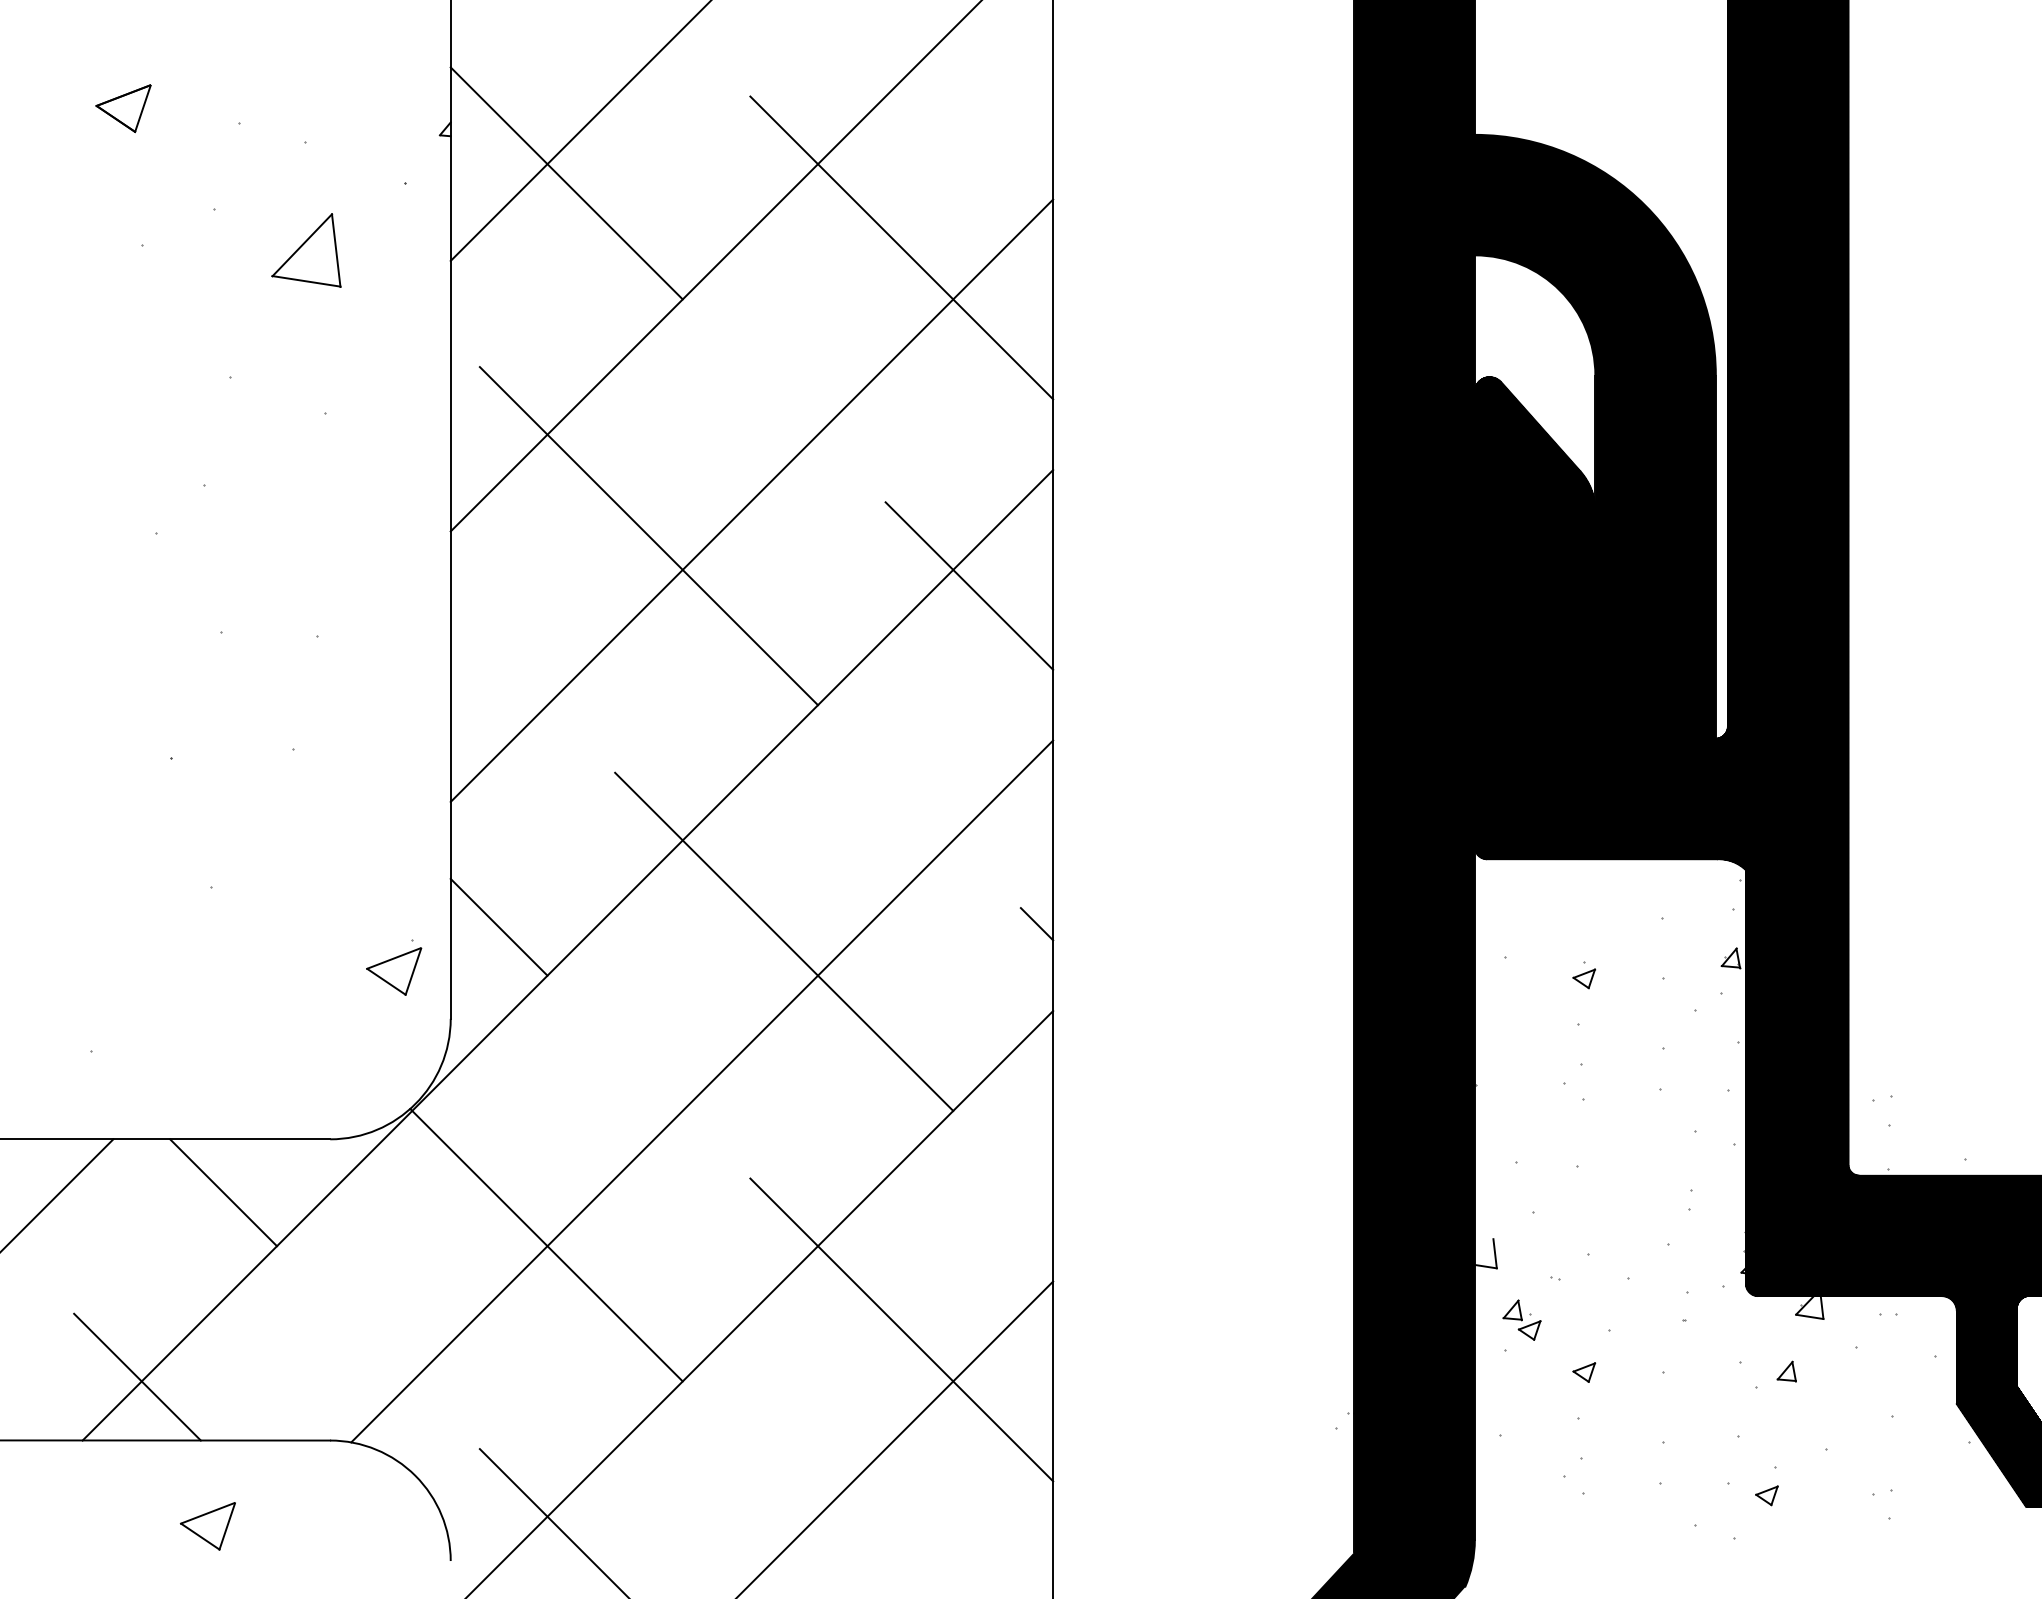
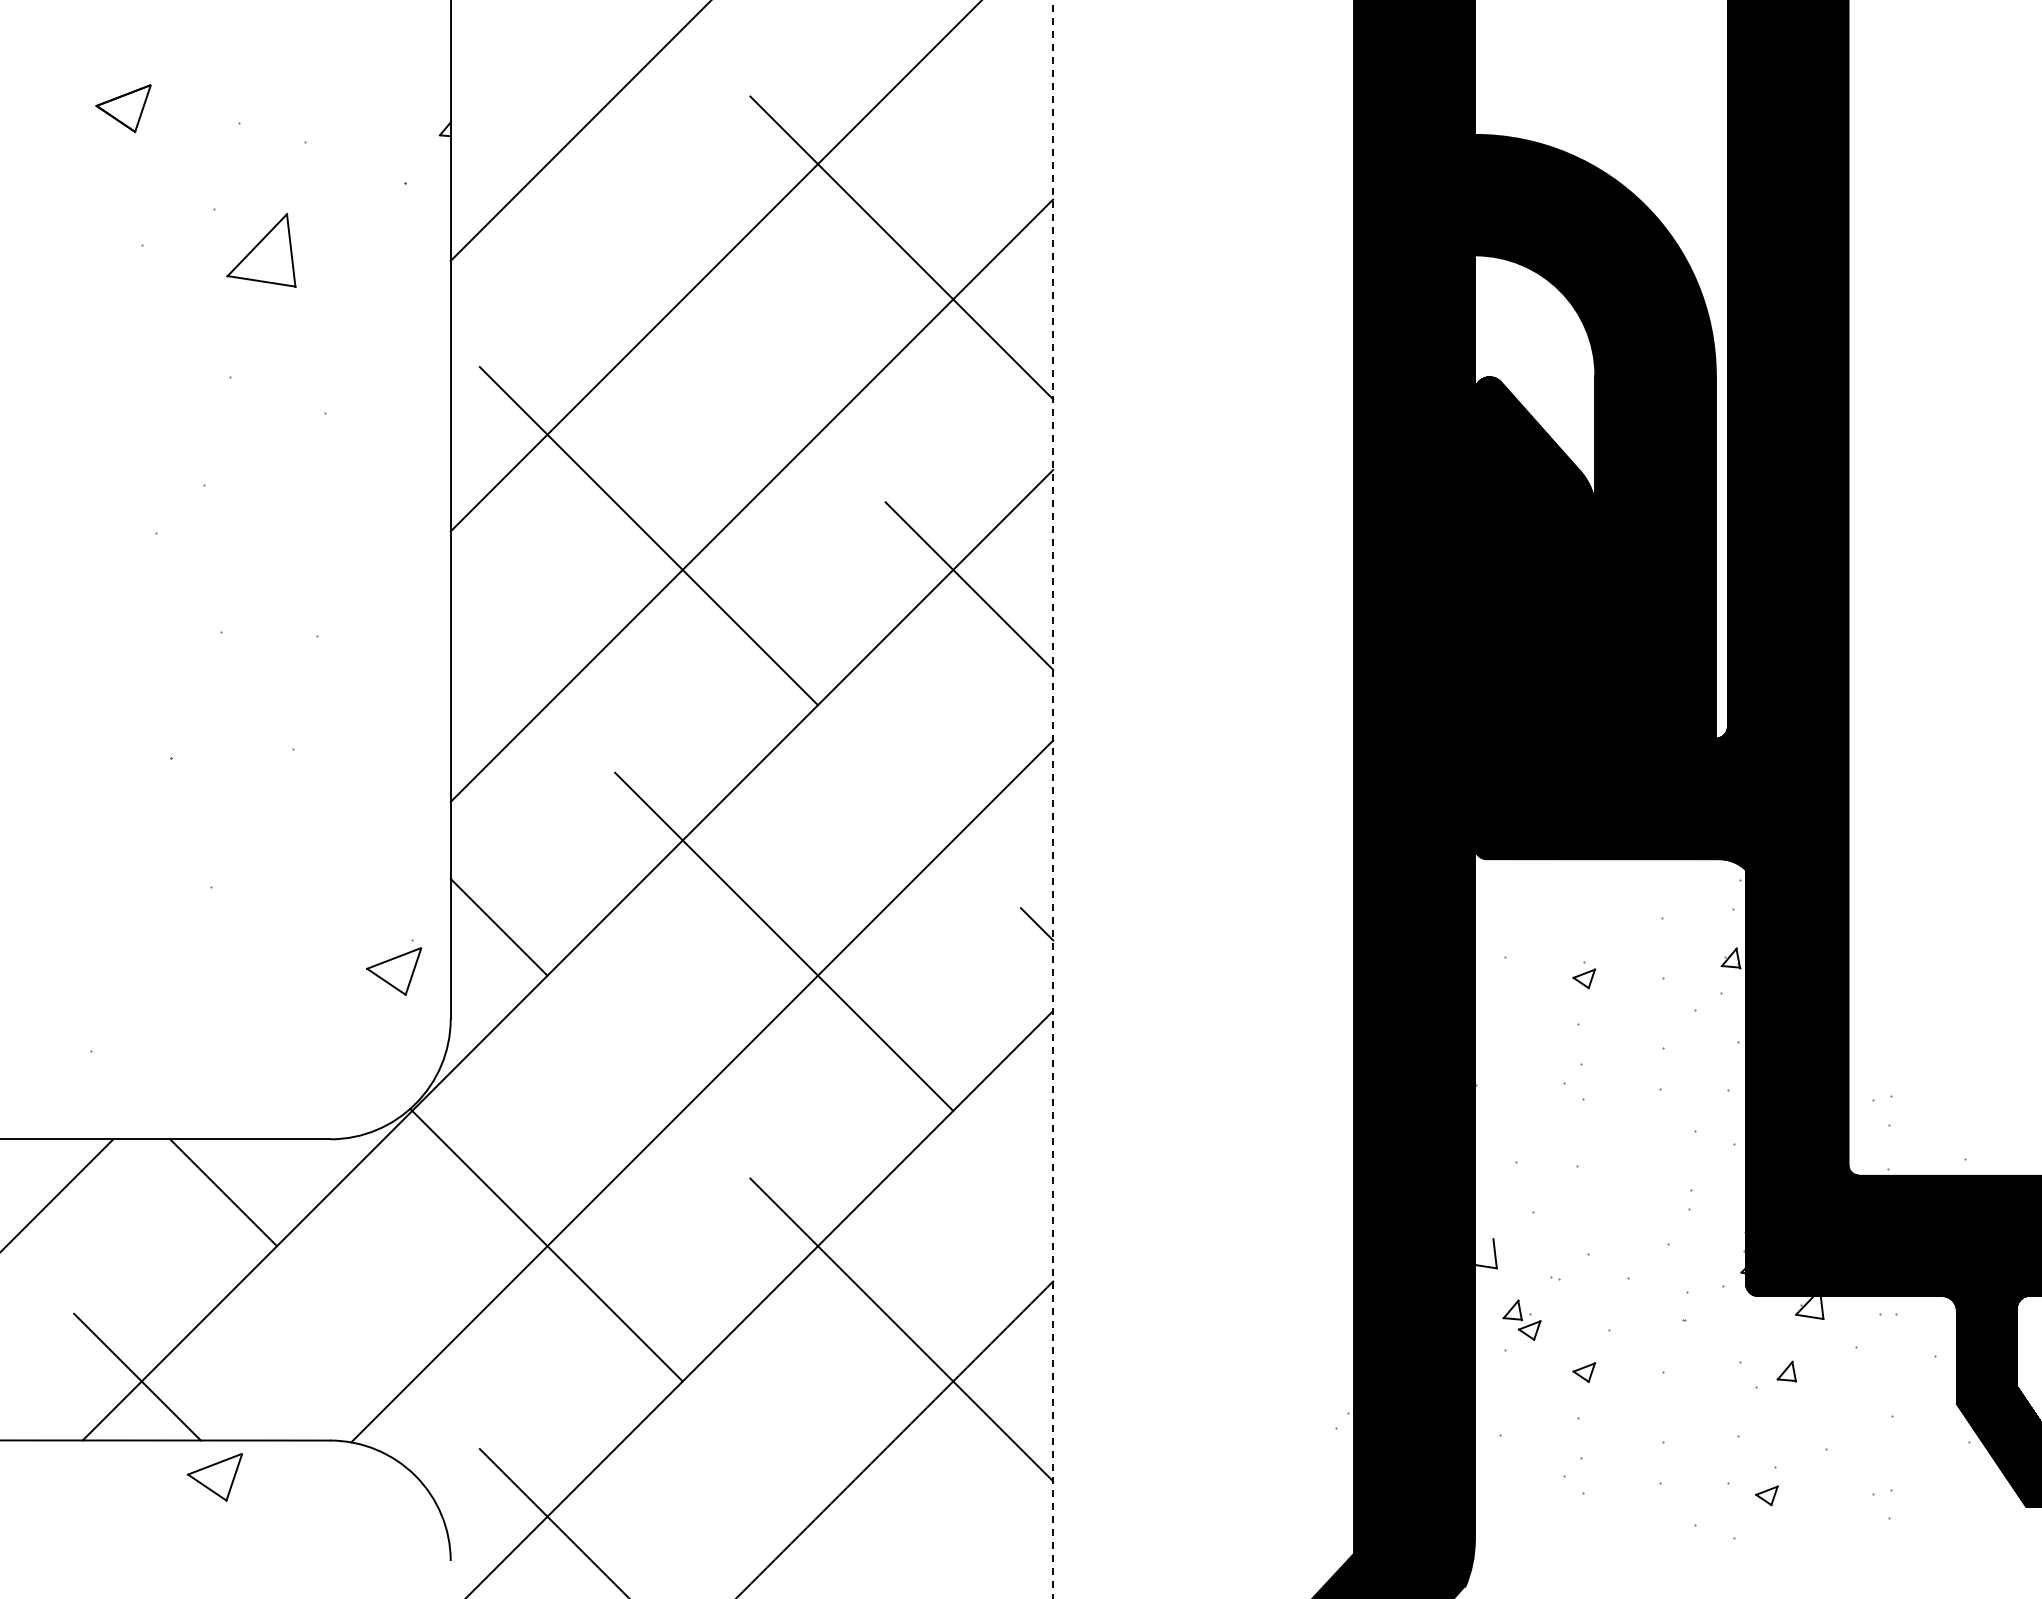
line at (566, 183): present -> none
part at (306, 250) position: (306, 250) -> (261, 250)
line at (1053, 799): solid -> dashed
part at (207, 1526) position: (207, 1526) -> (214, 1477)
